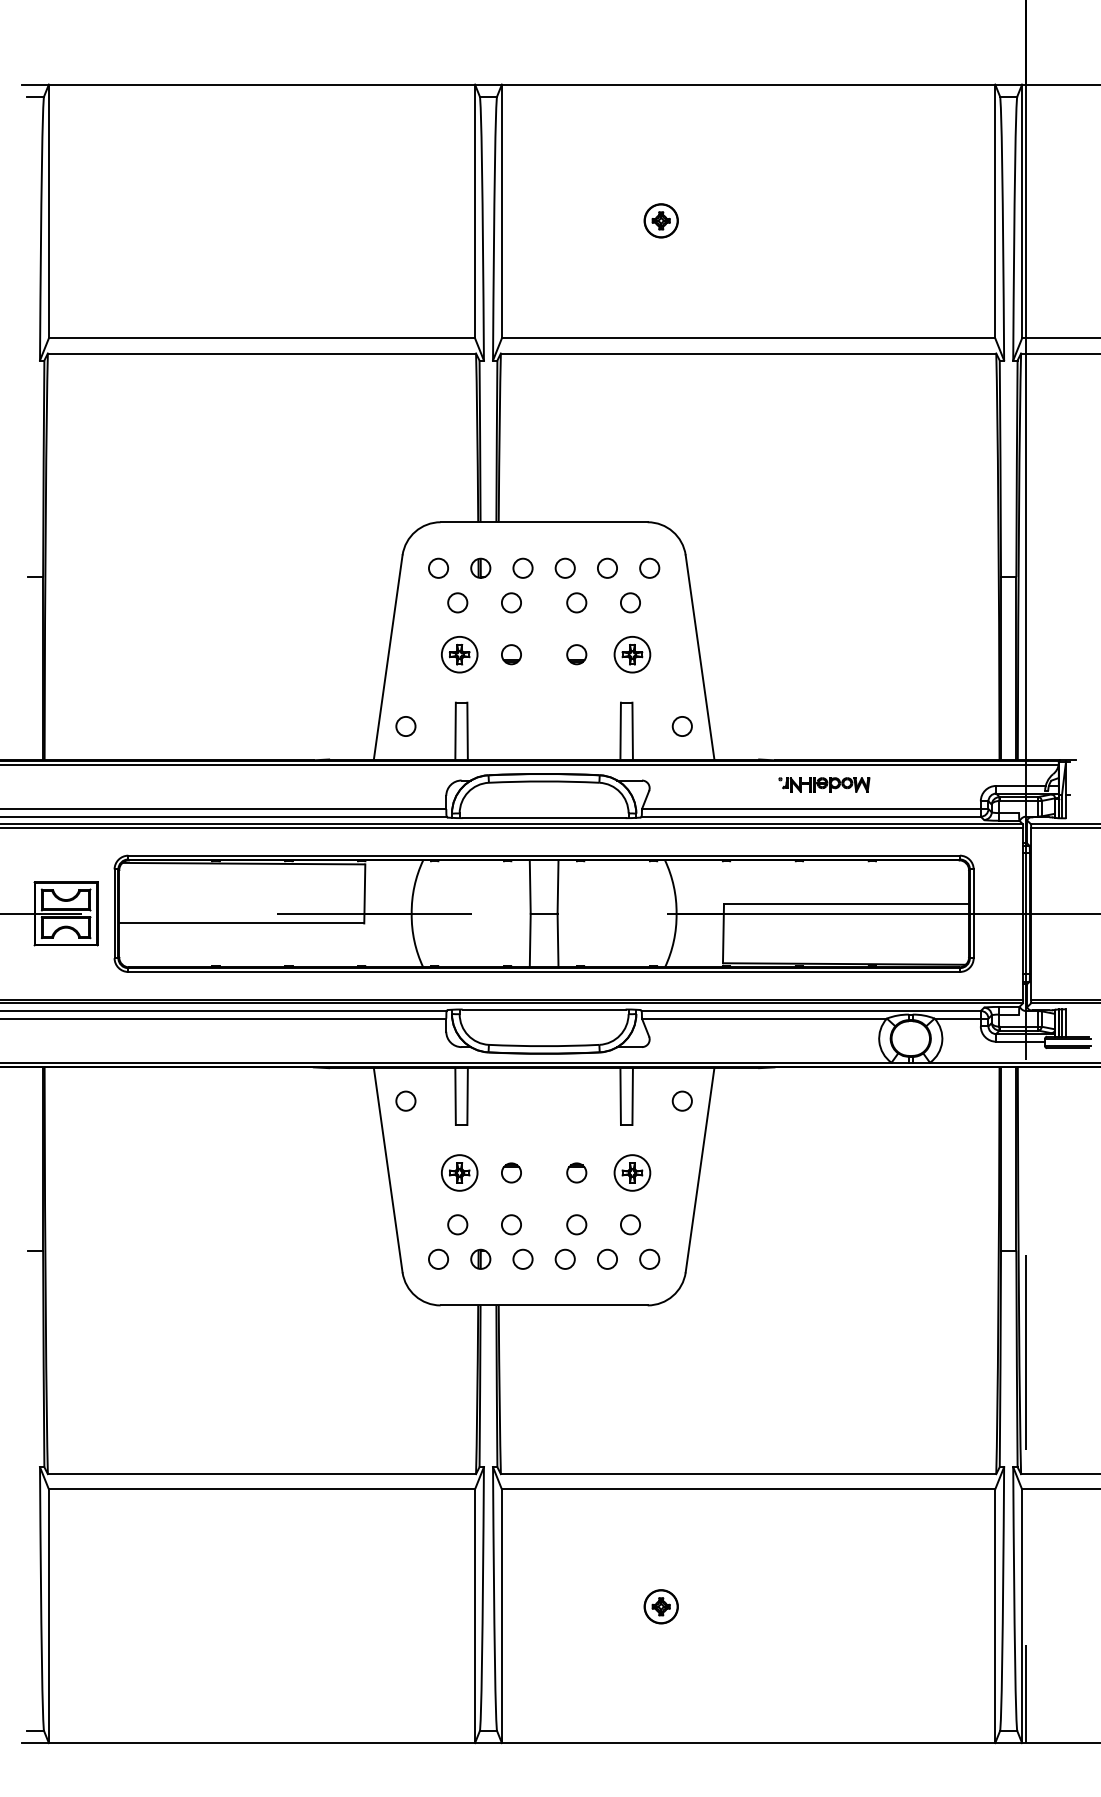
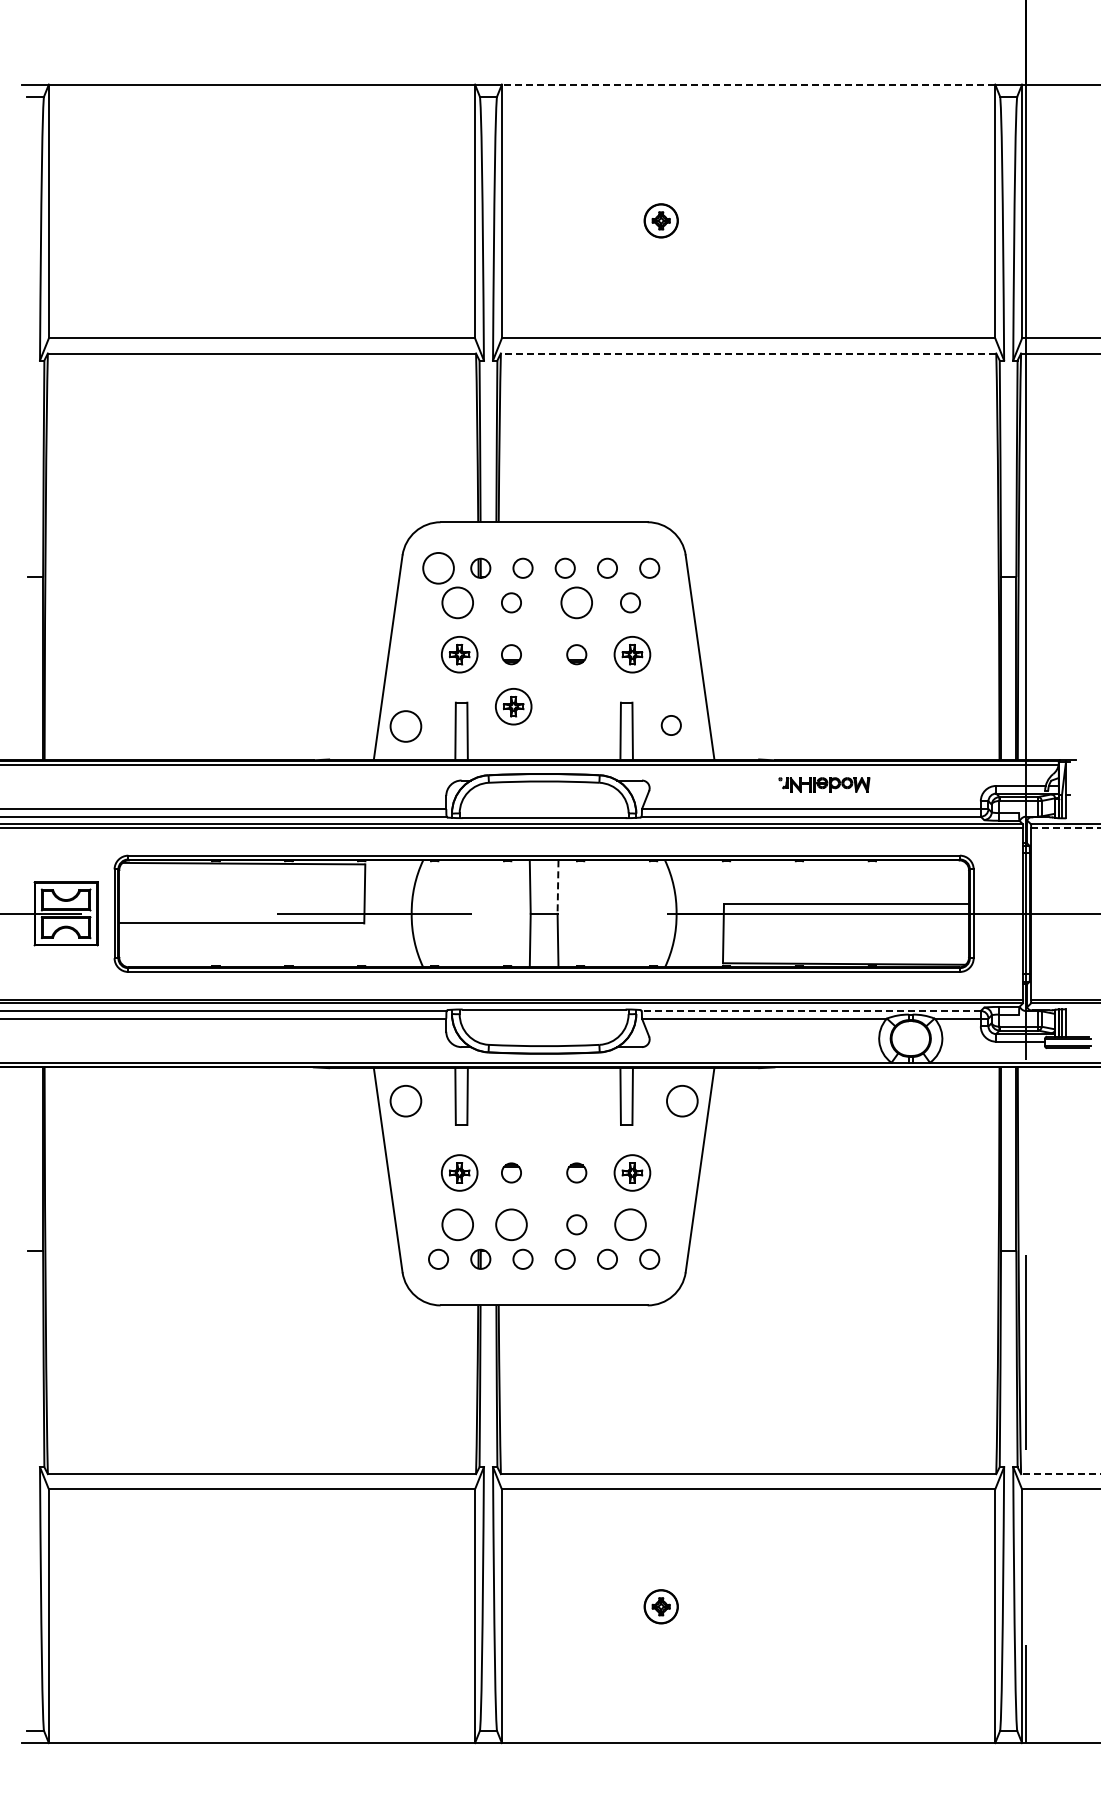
line at (748, 84): solid -> dashed
line at (748, 353): solid -> dashed
circle at (438, 567) diameter: 19 px -> 31 px
circle at (457, 602) diameter: 19 px -> 31 px
circle at (576, 602) diameter: 19 px -> 31 px
part at (513, 706): none -> present
circle at (405, 726) diameter: 19 px -> 31 px
circle at (681, 726) position: (681, 726) -> (670, 725)
line at (1066, 828): solid -> dashed
line at (558, 887): solid -> dashed
line at (811, 1010): solid -> dashed
circle at (405, 1100) diameter: 19 px -> 31 px
circle at (681, 1100) diameter: 19 px -> 31 px
circle at (457, 1224) diameter: 19 px -> 31 px
circle at (511, 1224) diameter: 19 px -> 31 px
circle at (630, 1224) size: 21x22 px -> 33x33 px
line at (1060, 1474): solid -> dashed
